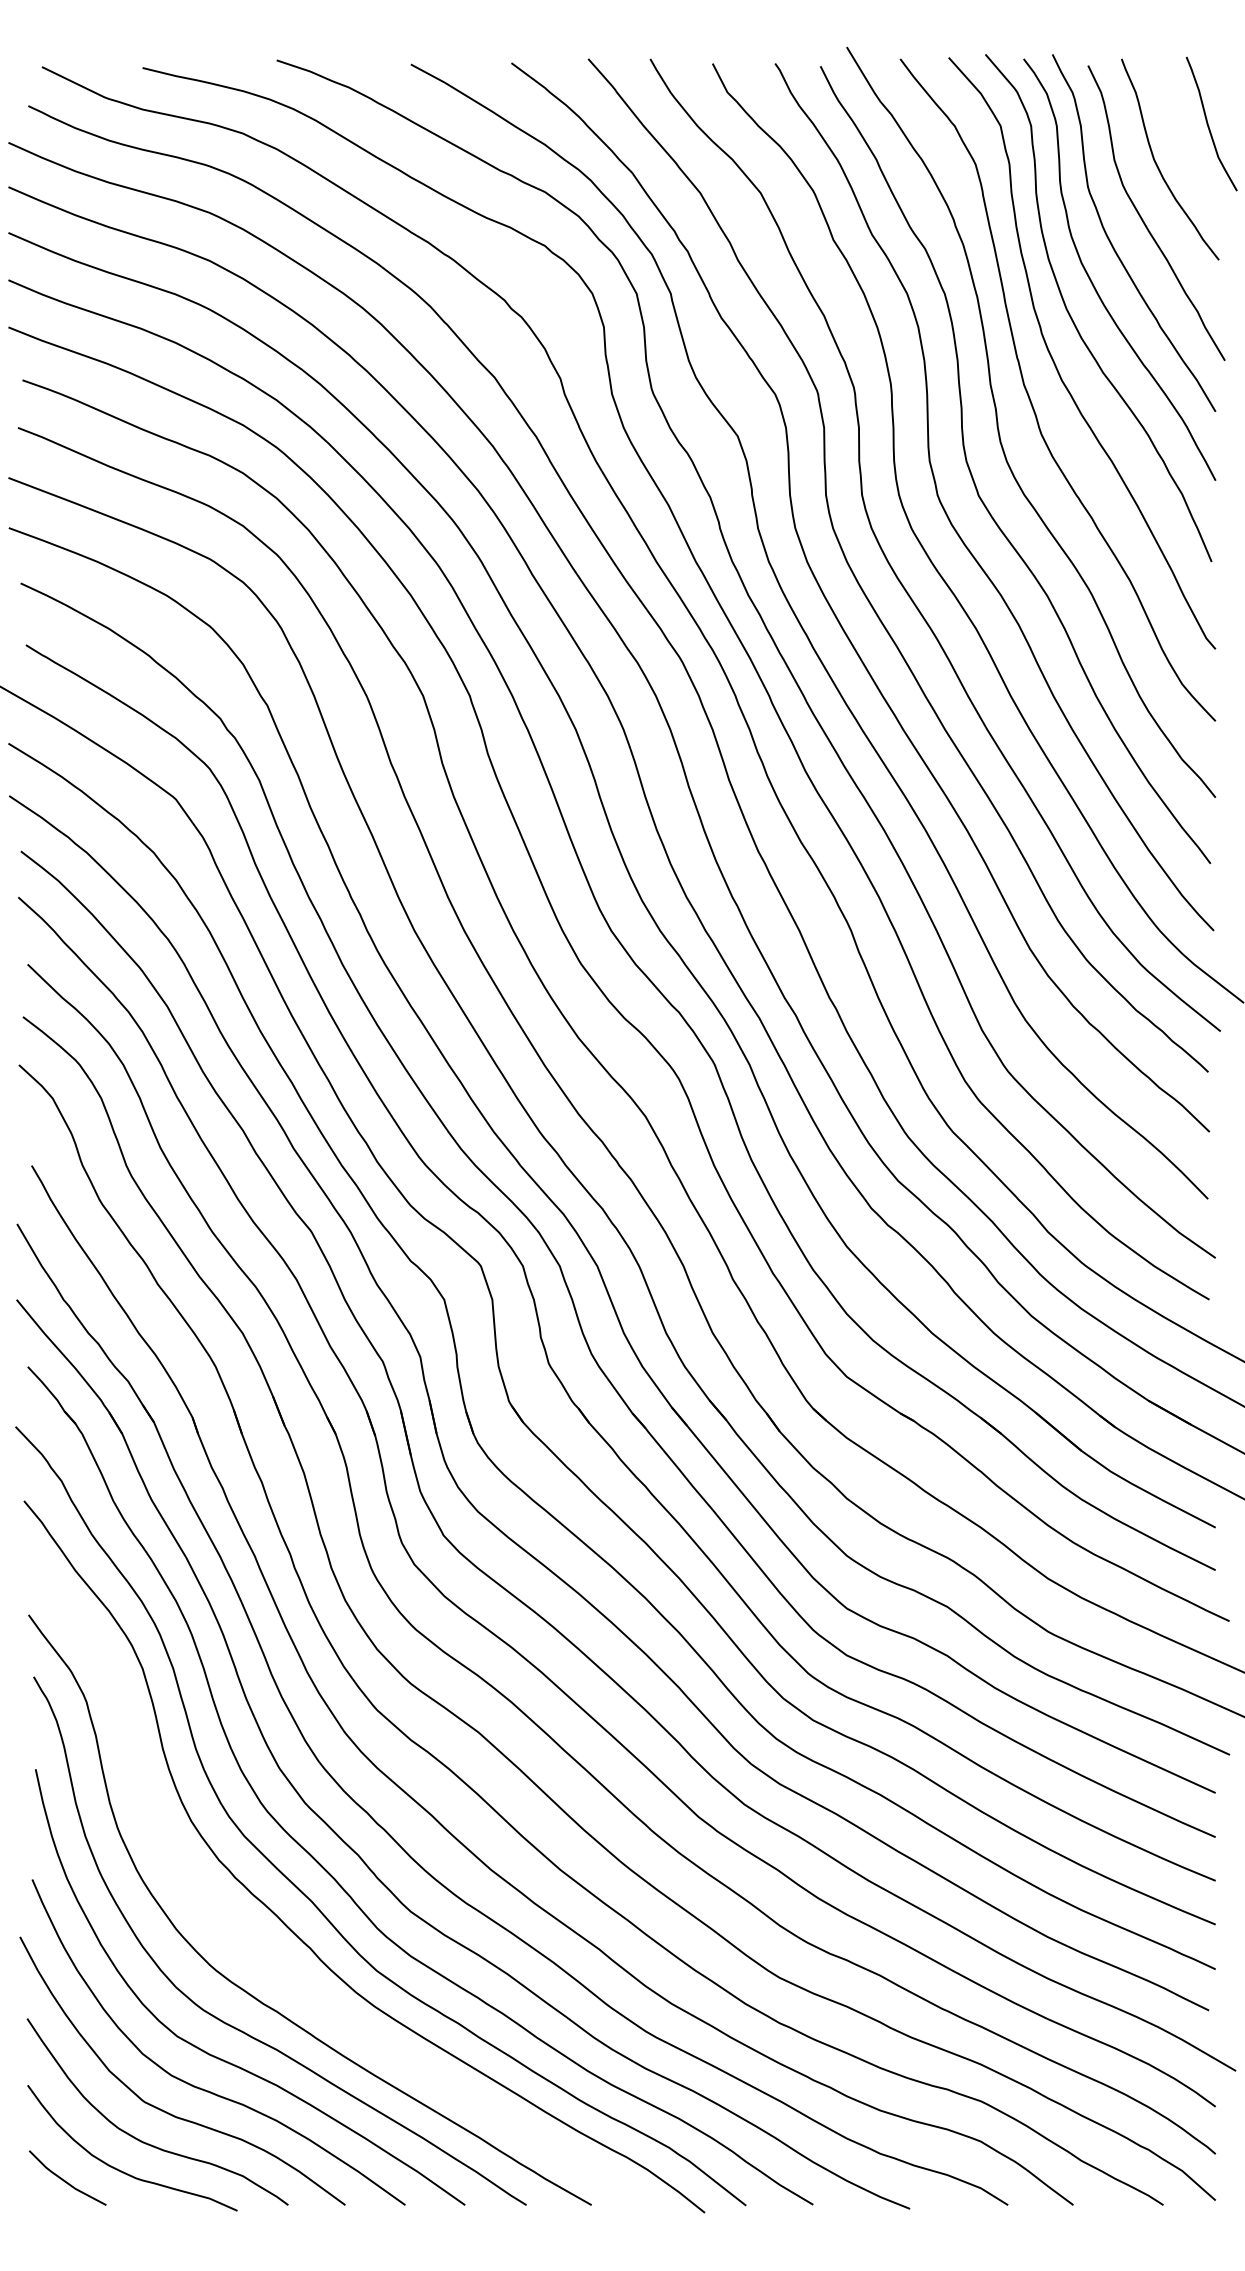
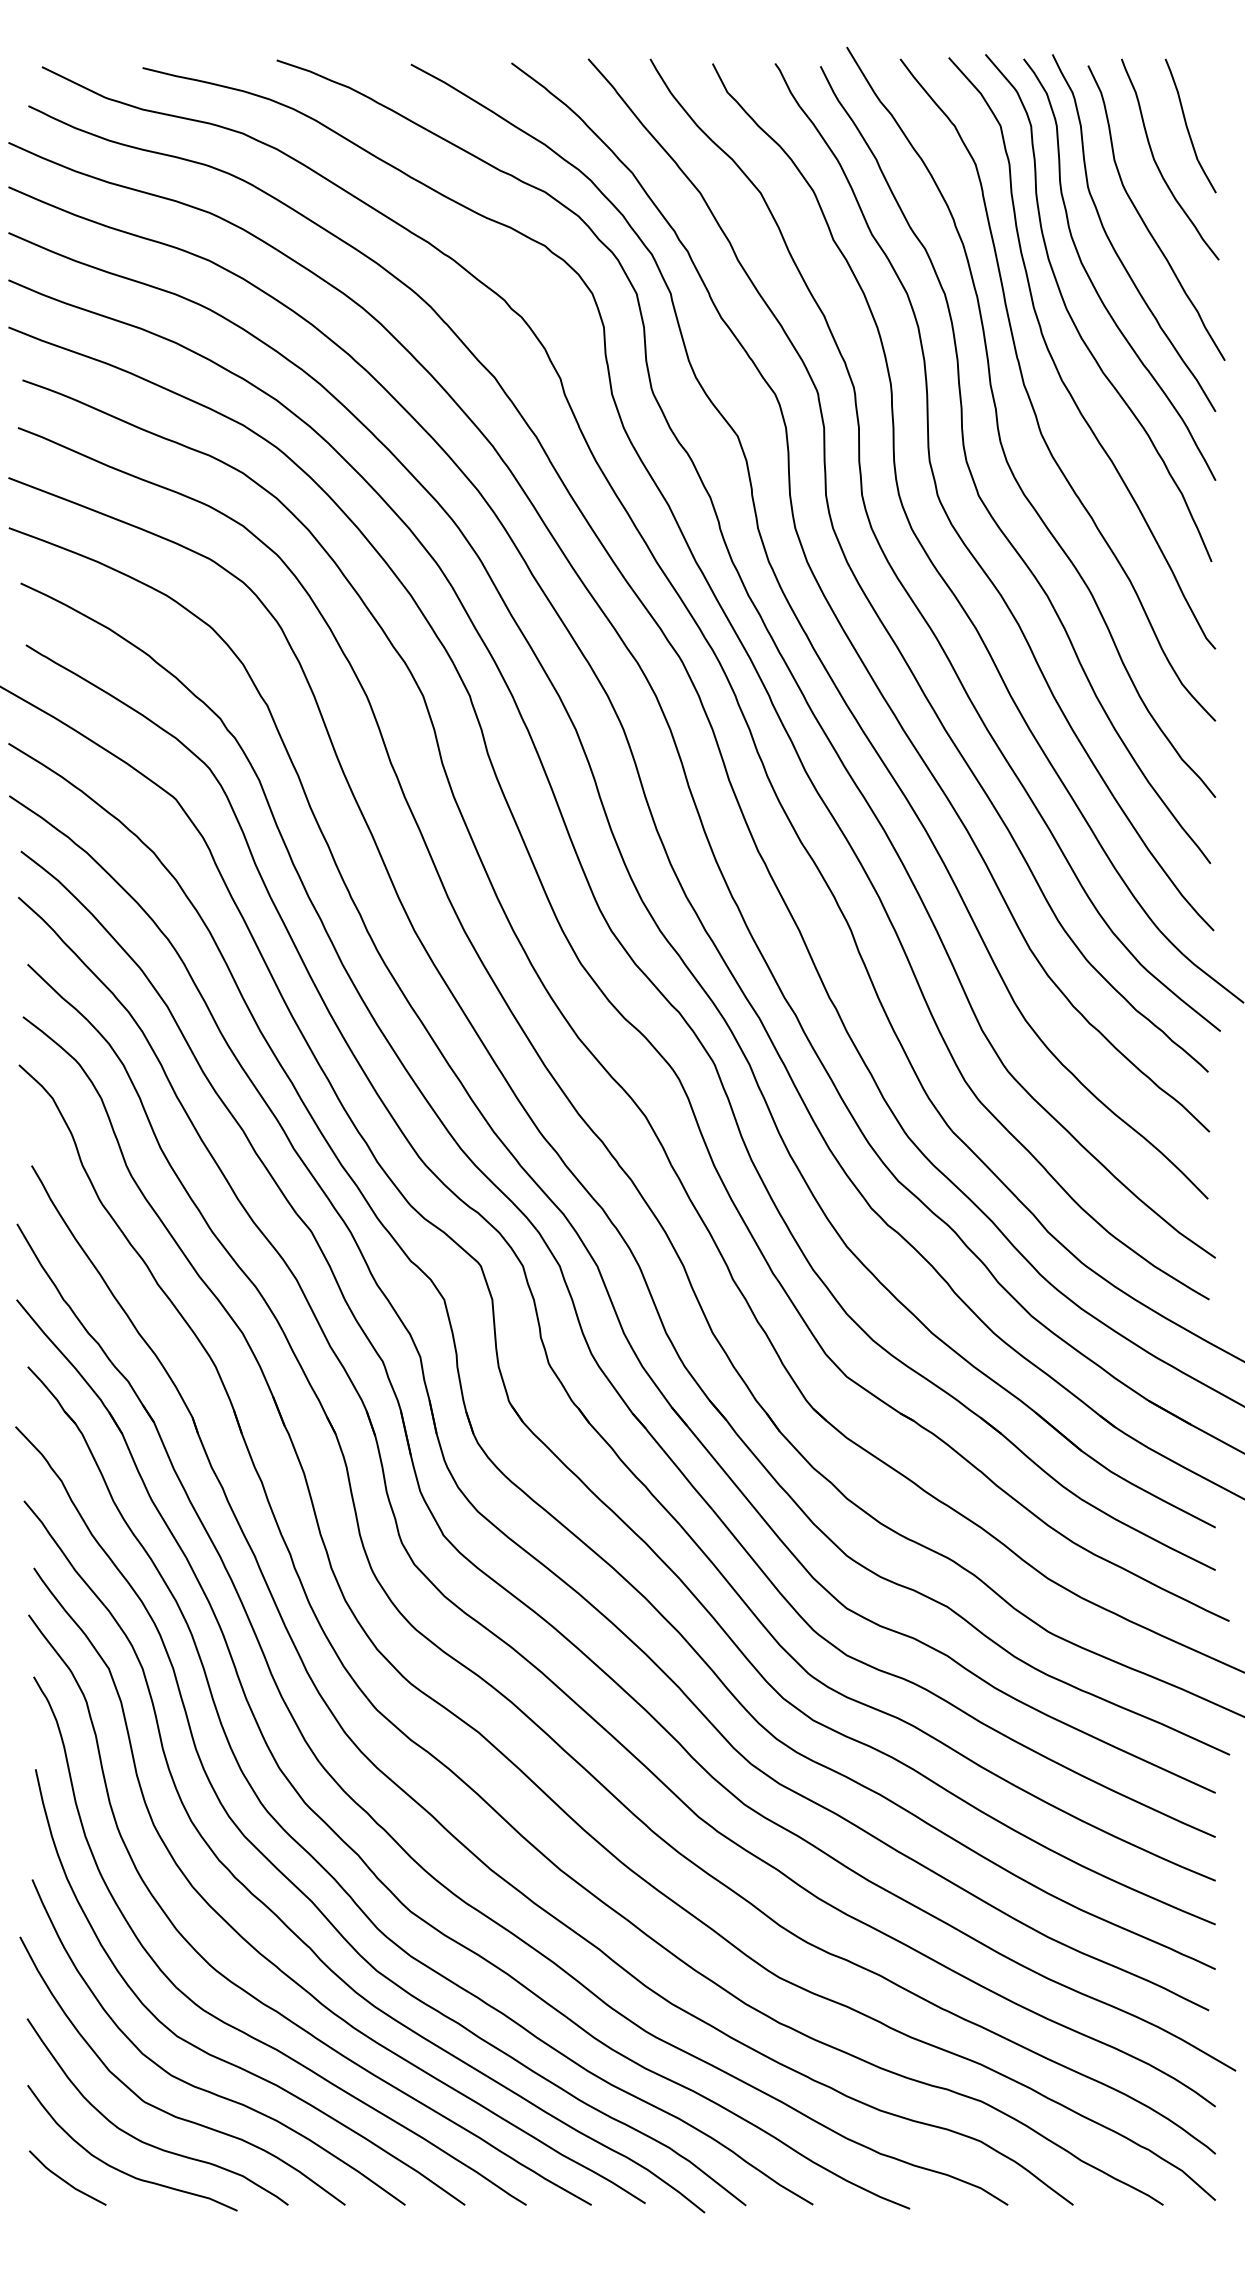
curve at (1208, 123) position: (1208, 123) -> (1187, 125)
curve at (274, 1963): none -> present
